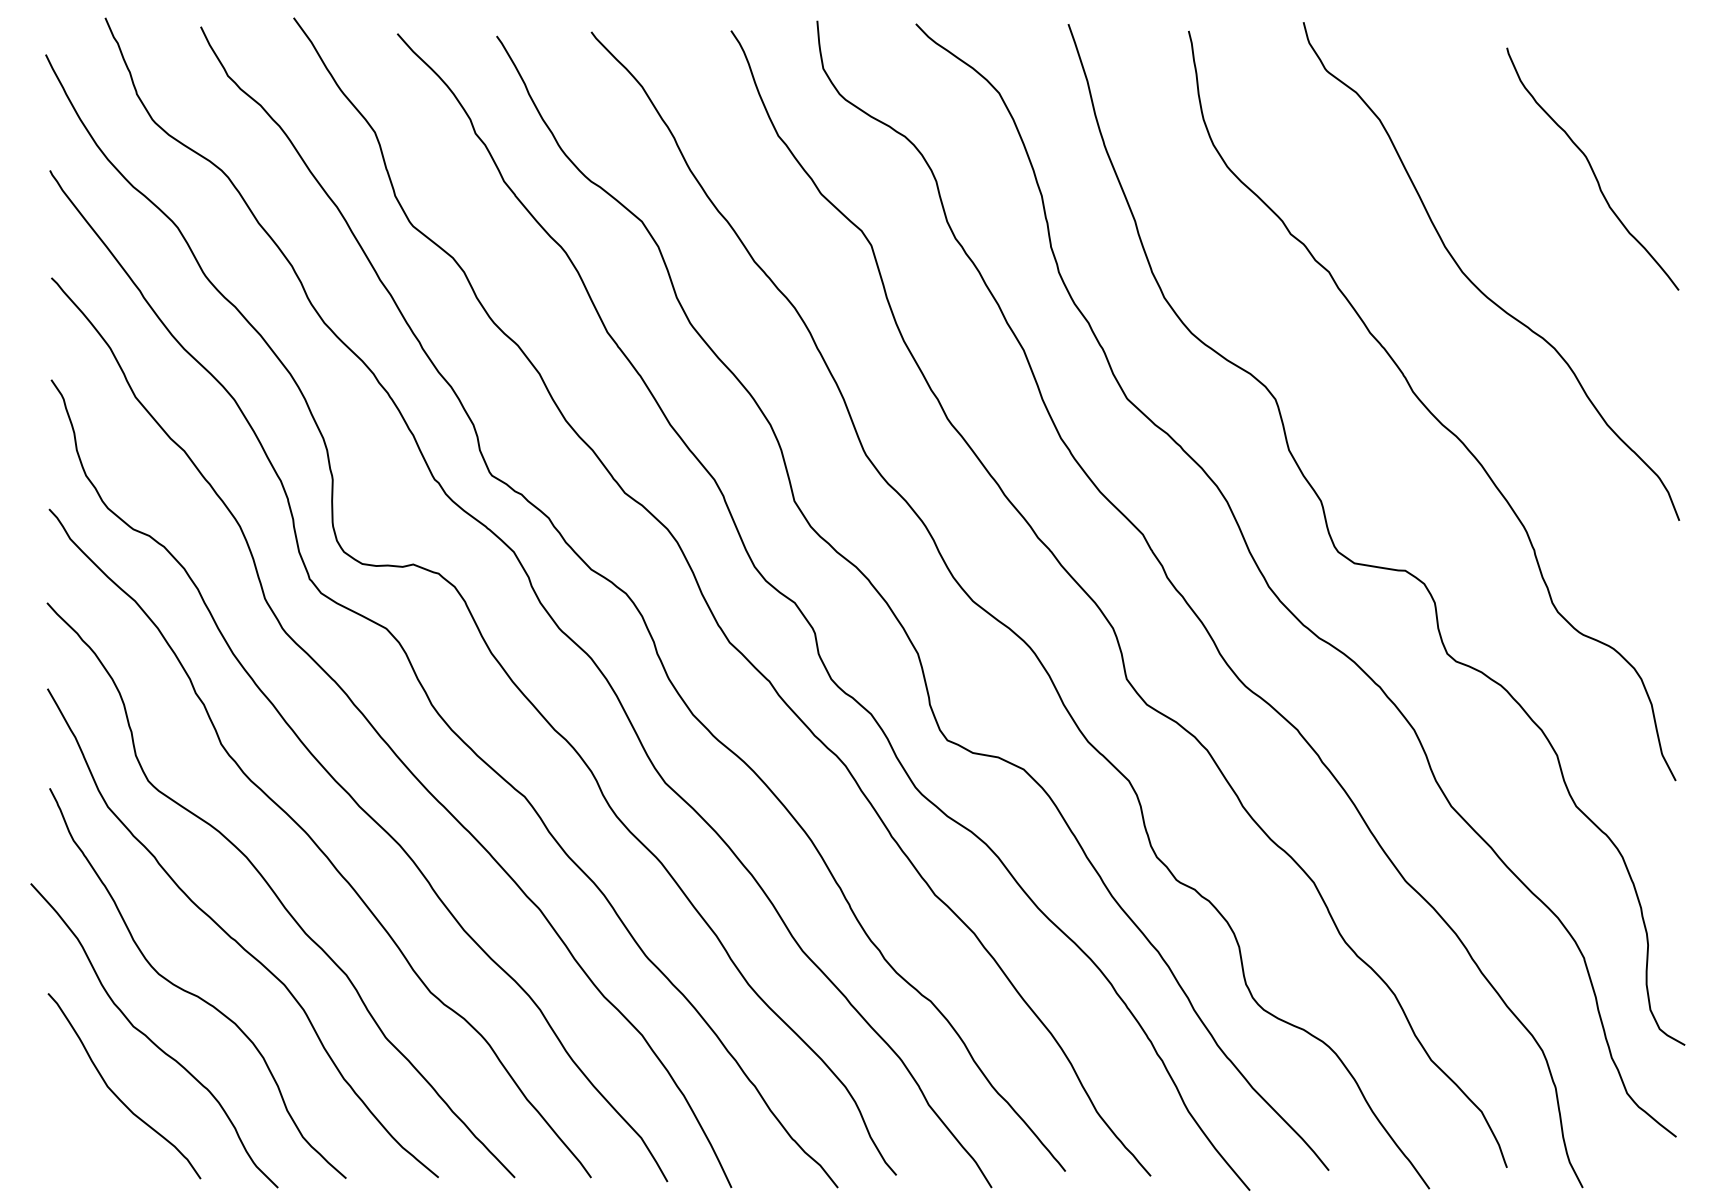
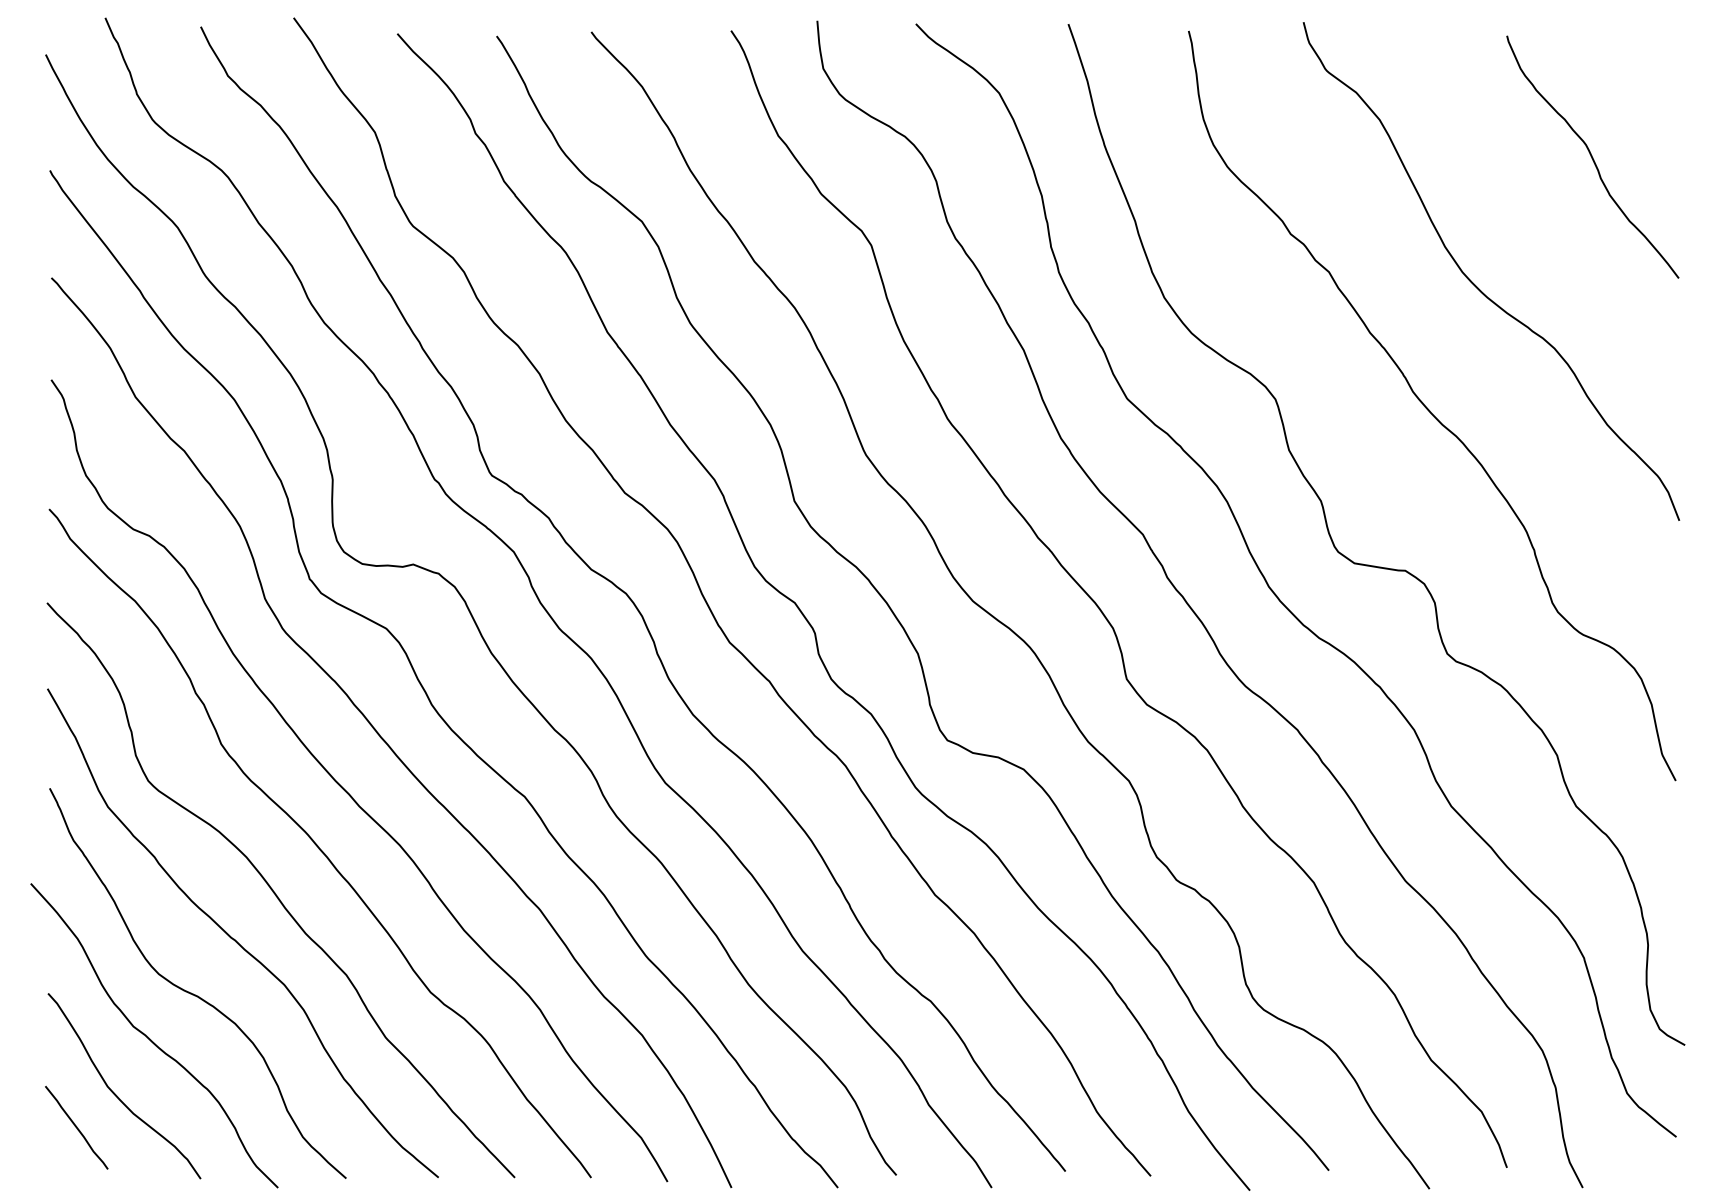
curve at (1592, 168) position: (1592, 168) -> (1592, 156)
curve at (76, 1127): none -> present
